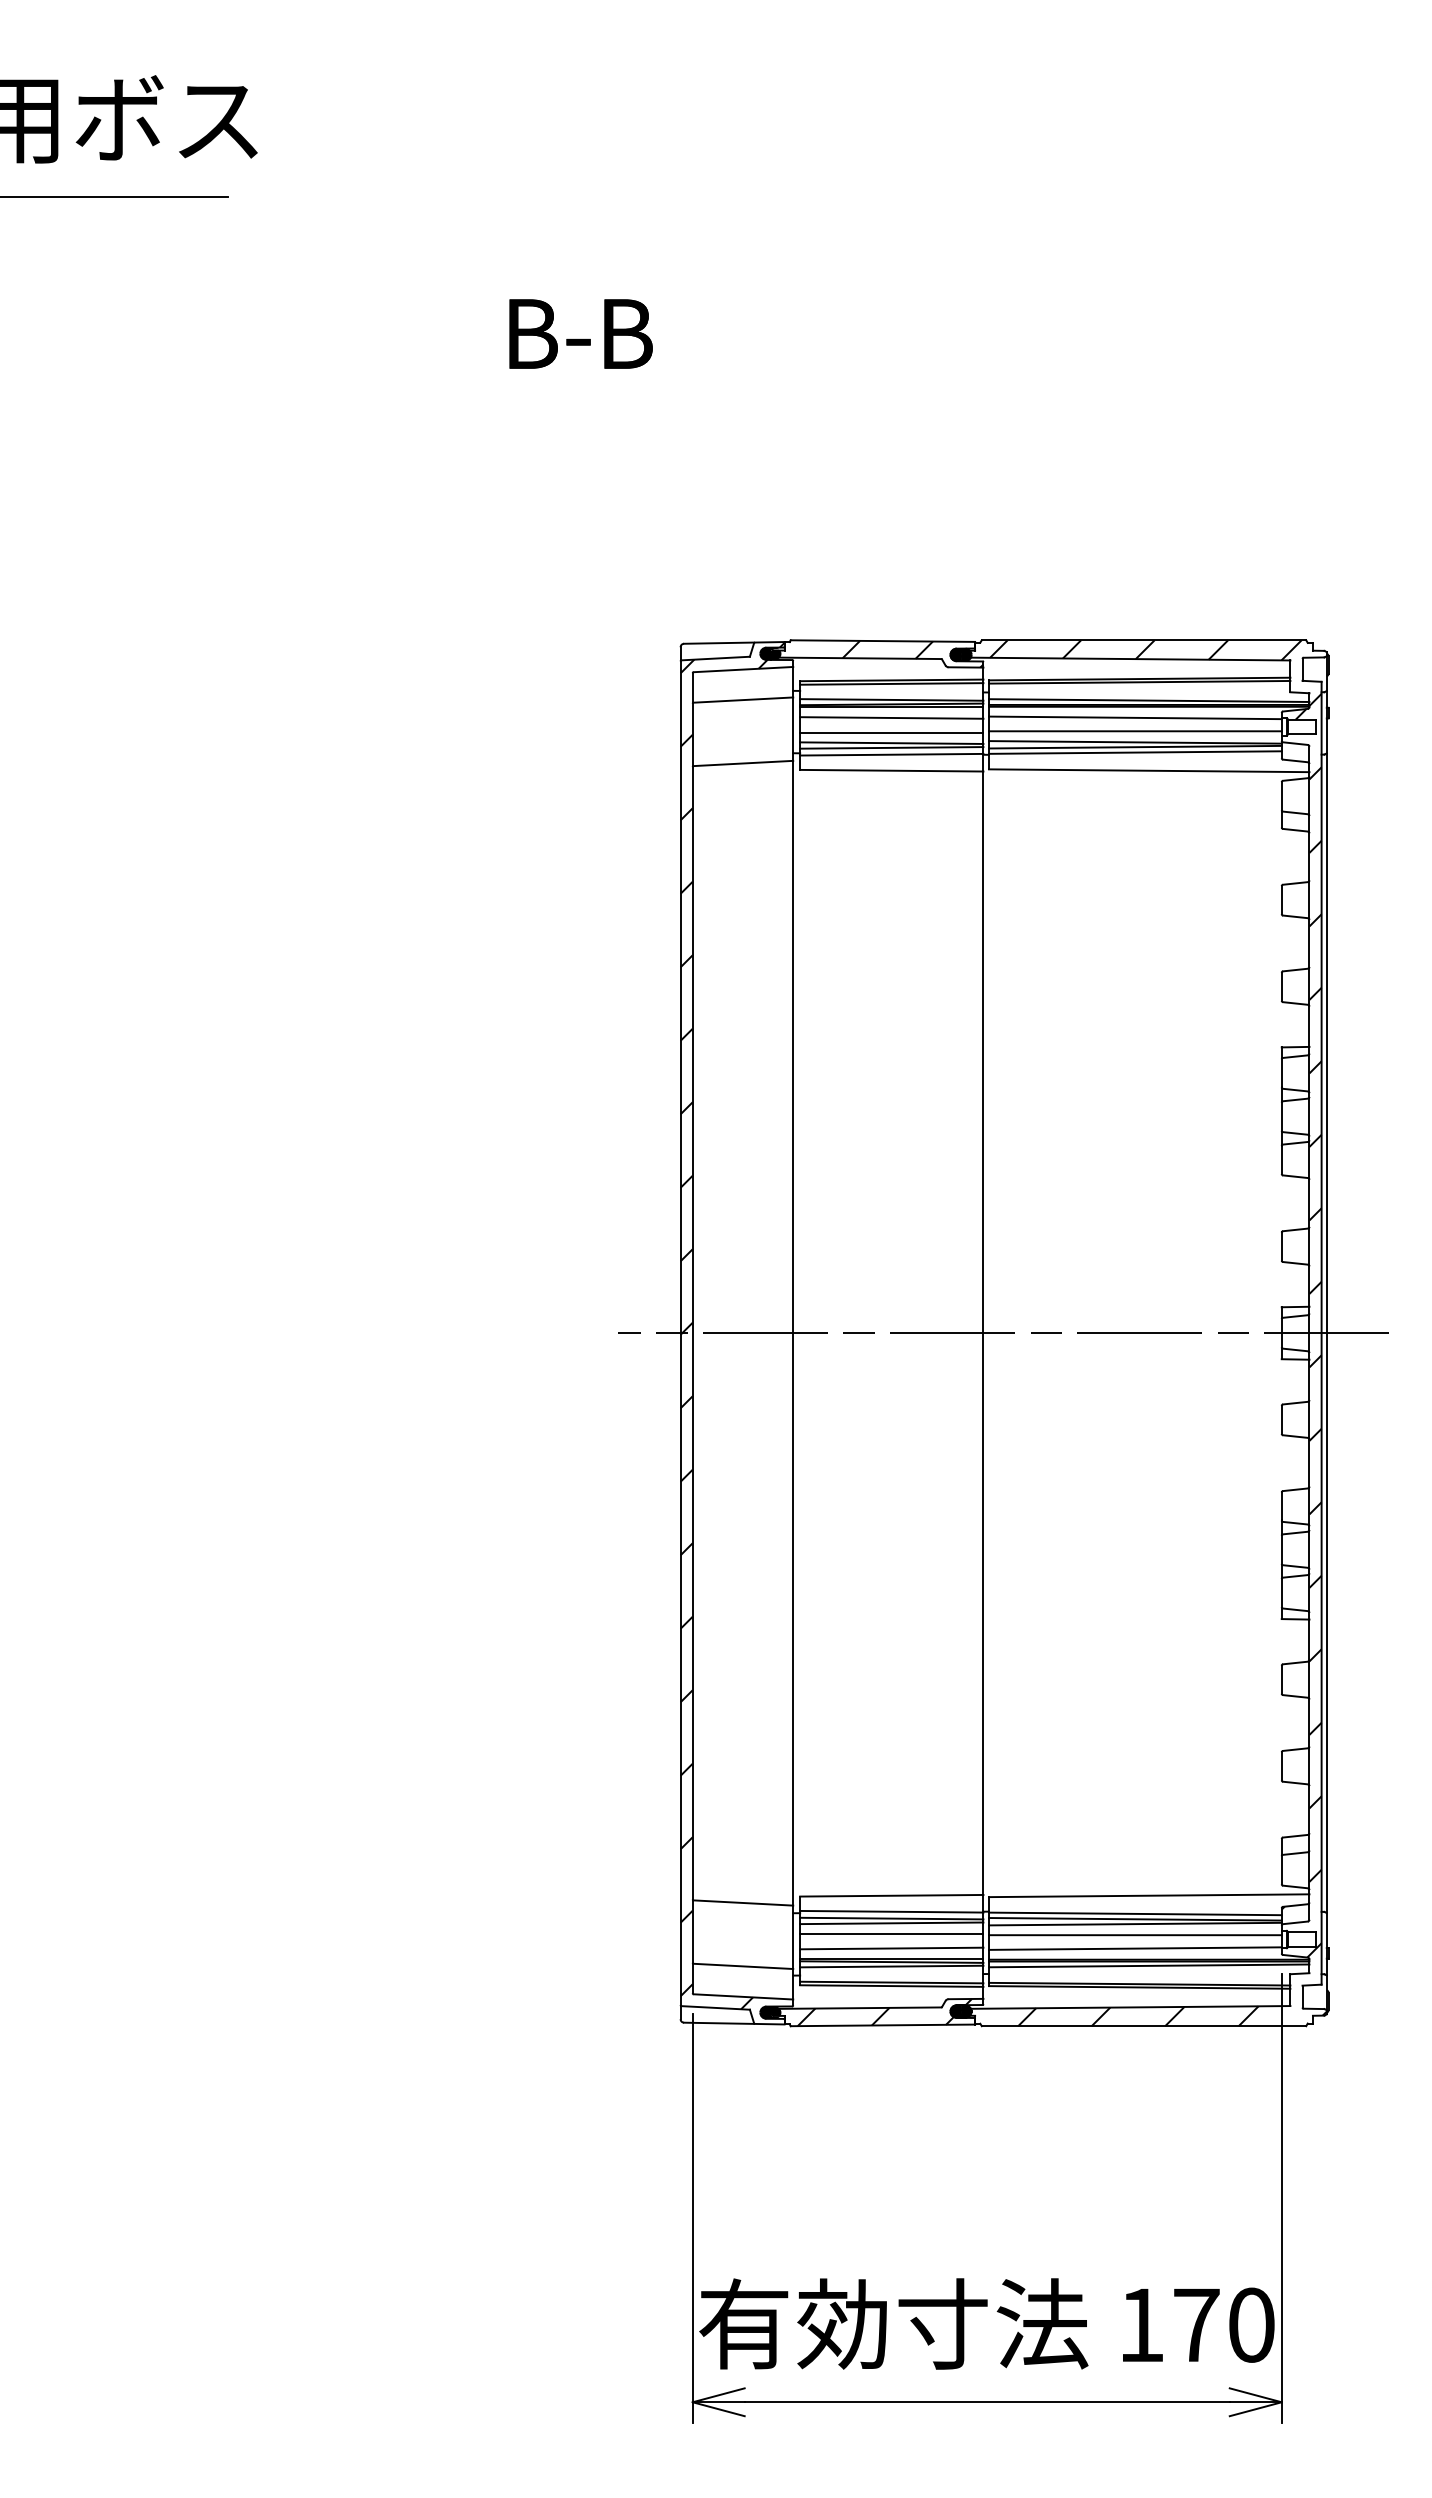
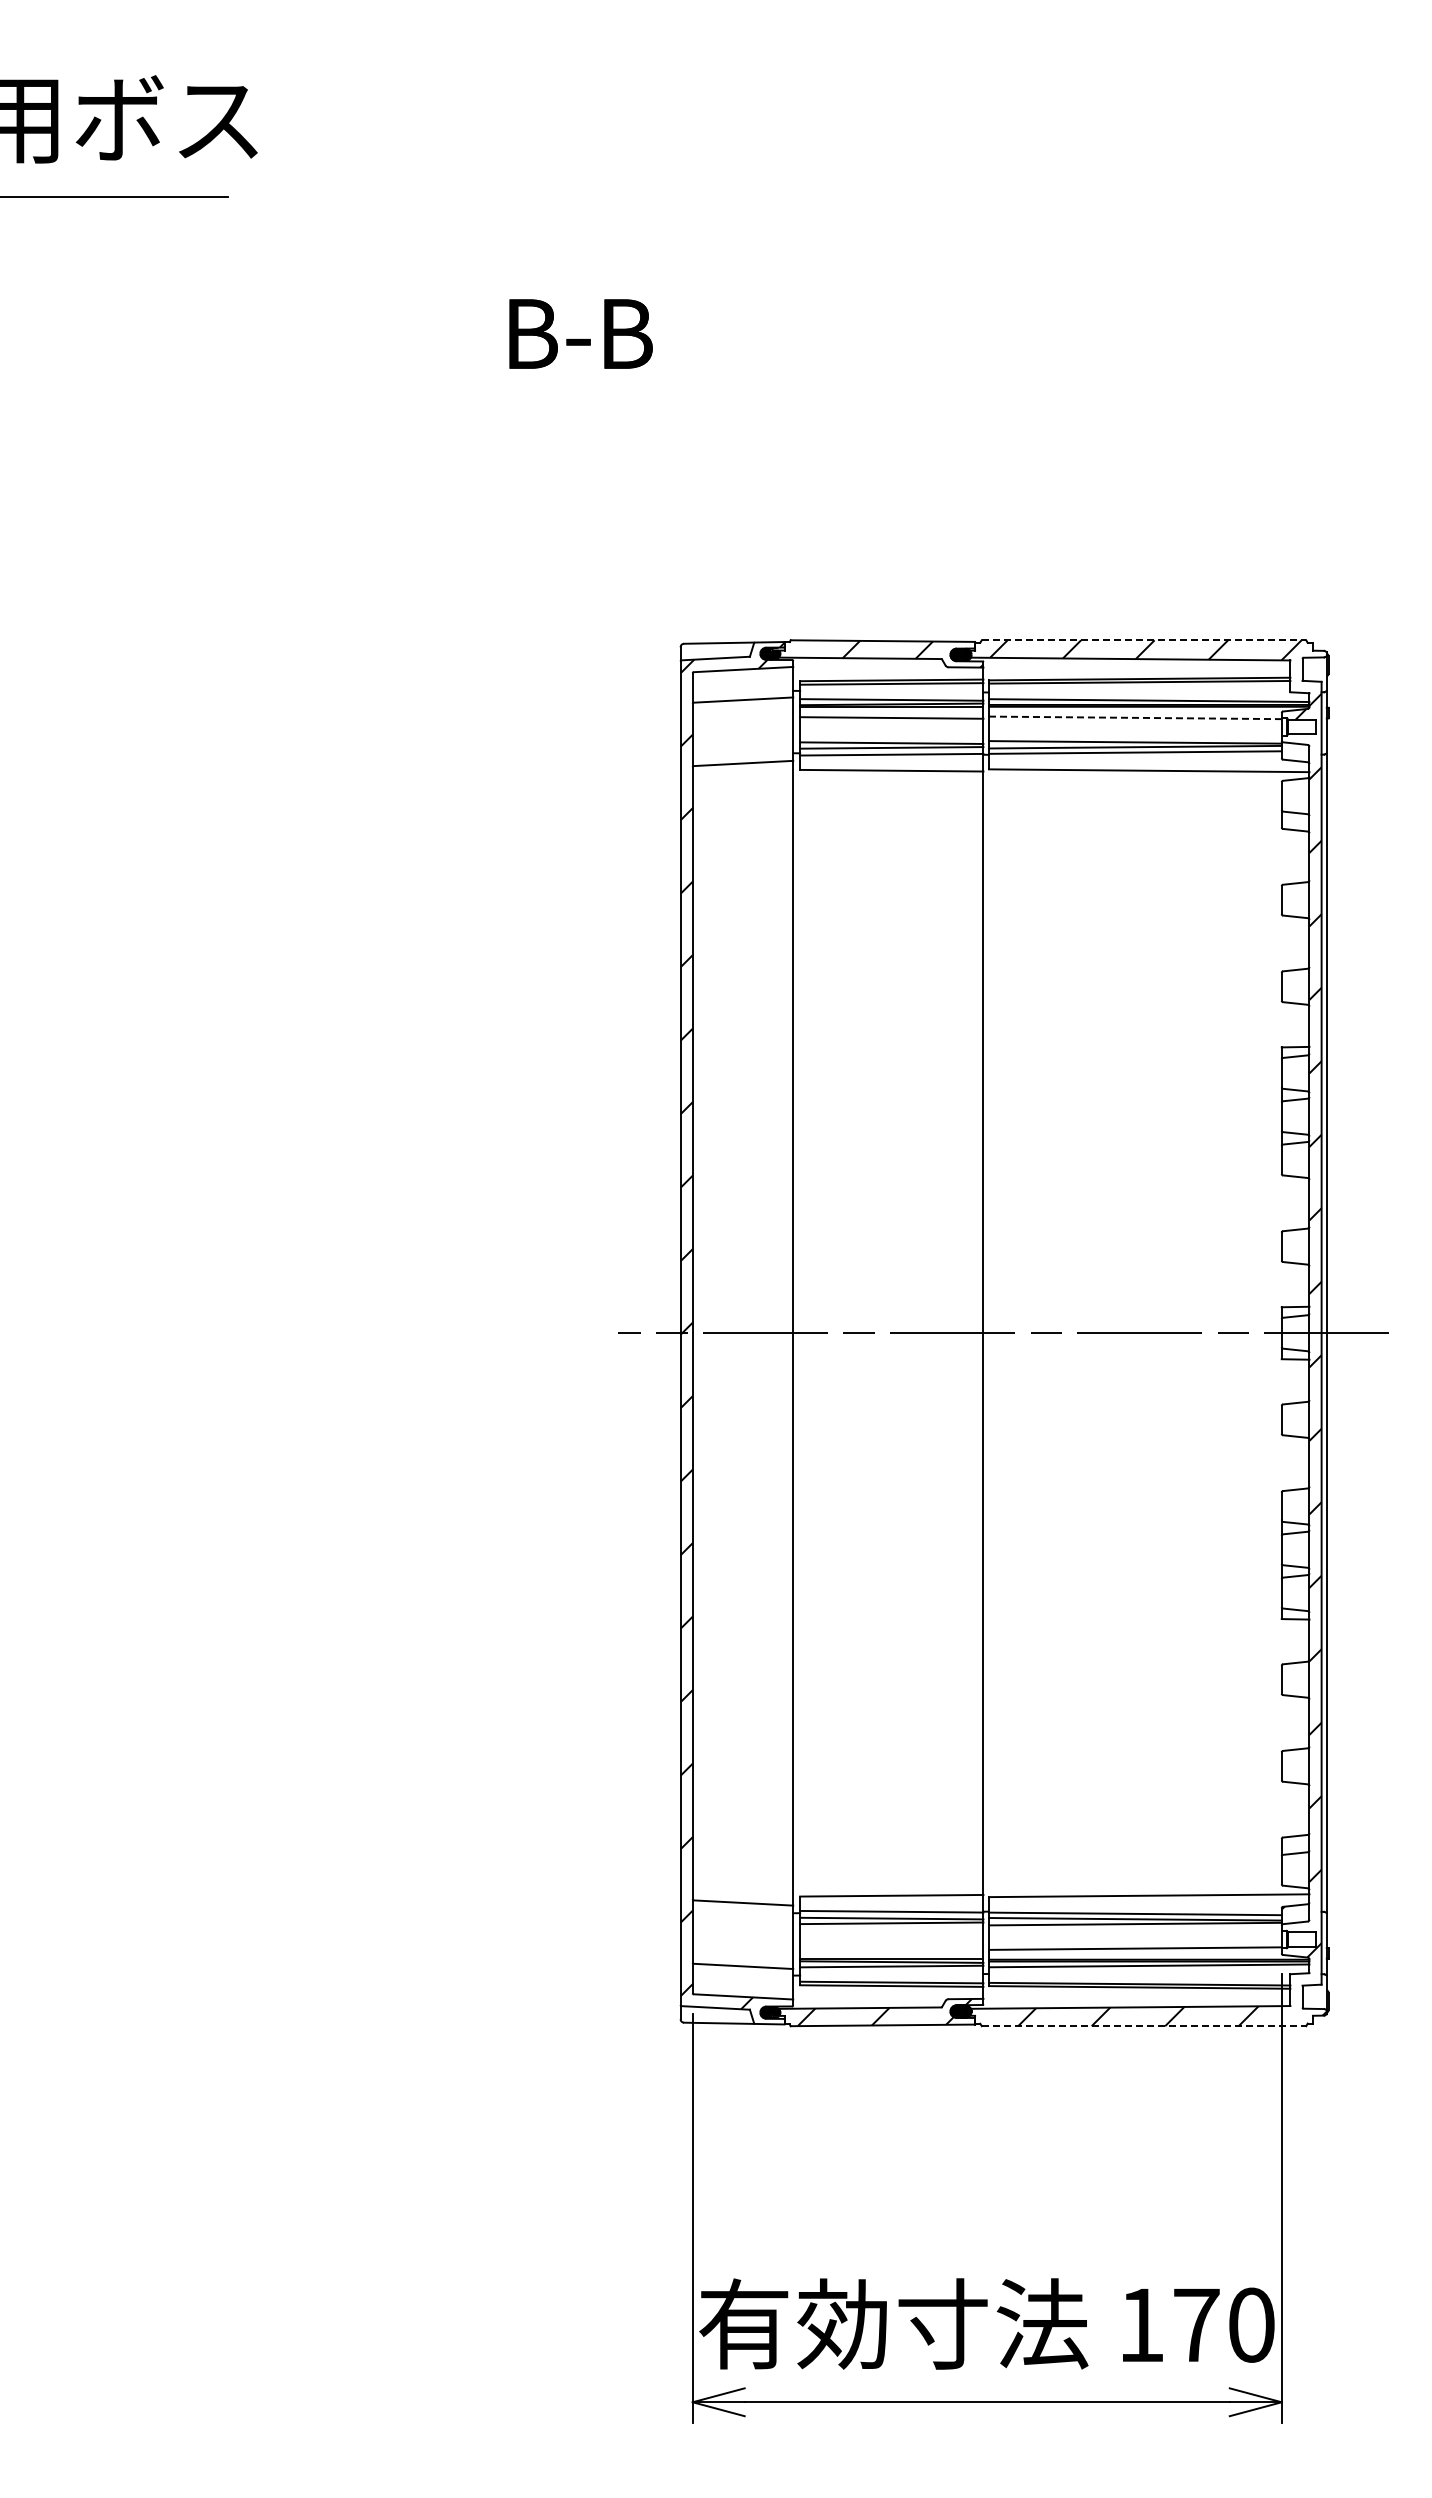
line at (1144, 640): solid -> dashed
line at (1135, 717): solid -> dashed
line at (1134, 731): present -> none
line at (891, 732): present -> none
line at (891, 1933): present -> none
line at (1134, 1935): present -> none
line at (891, 1948): present -> none
line at (1144, 2026): solid -> dashed
